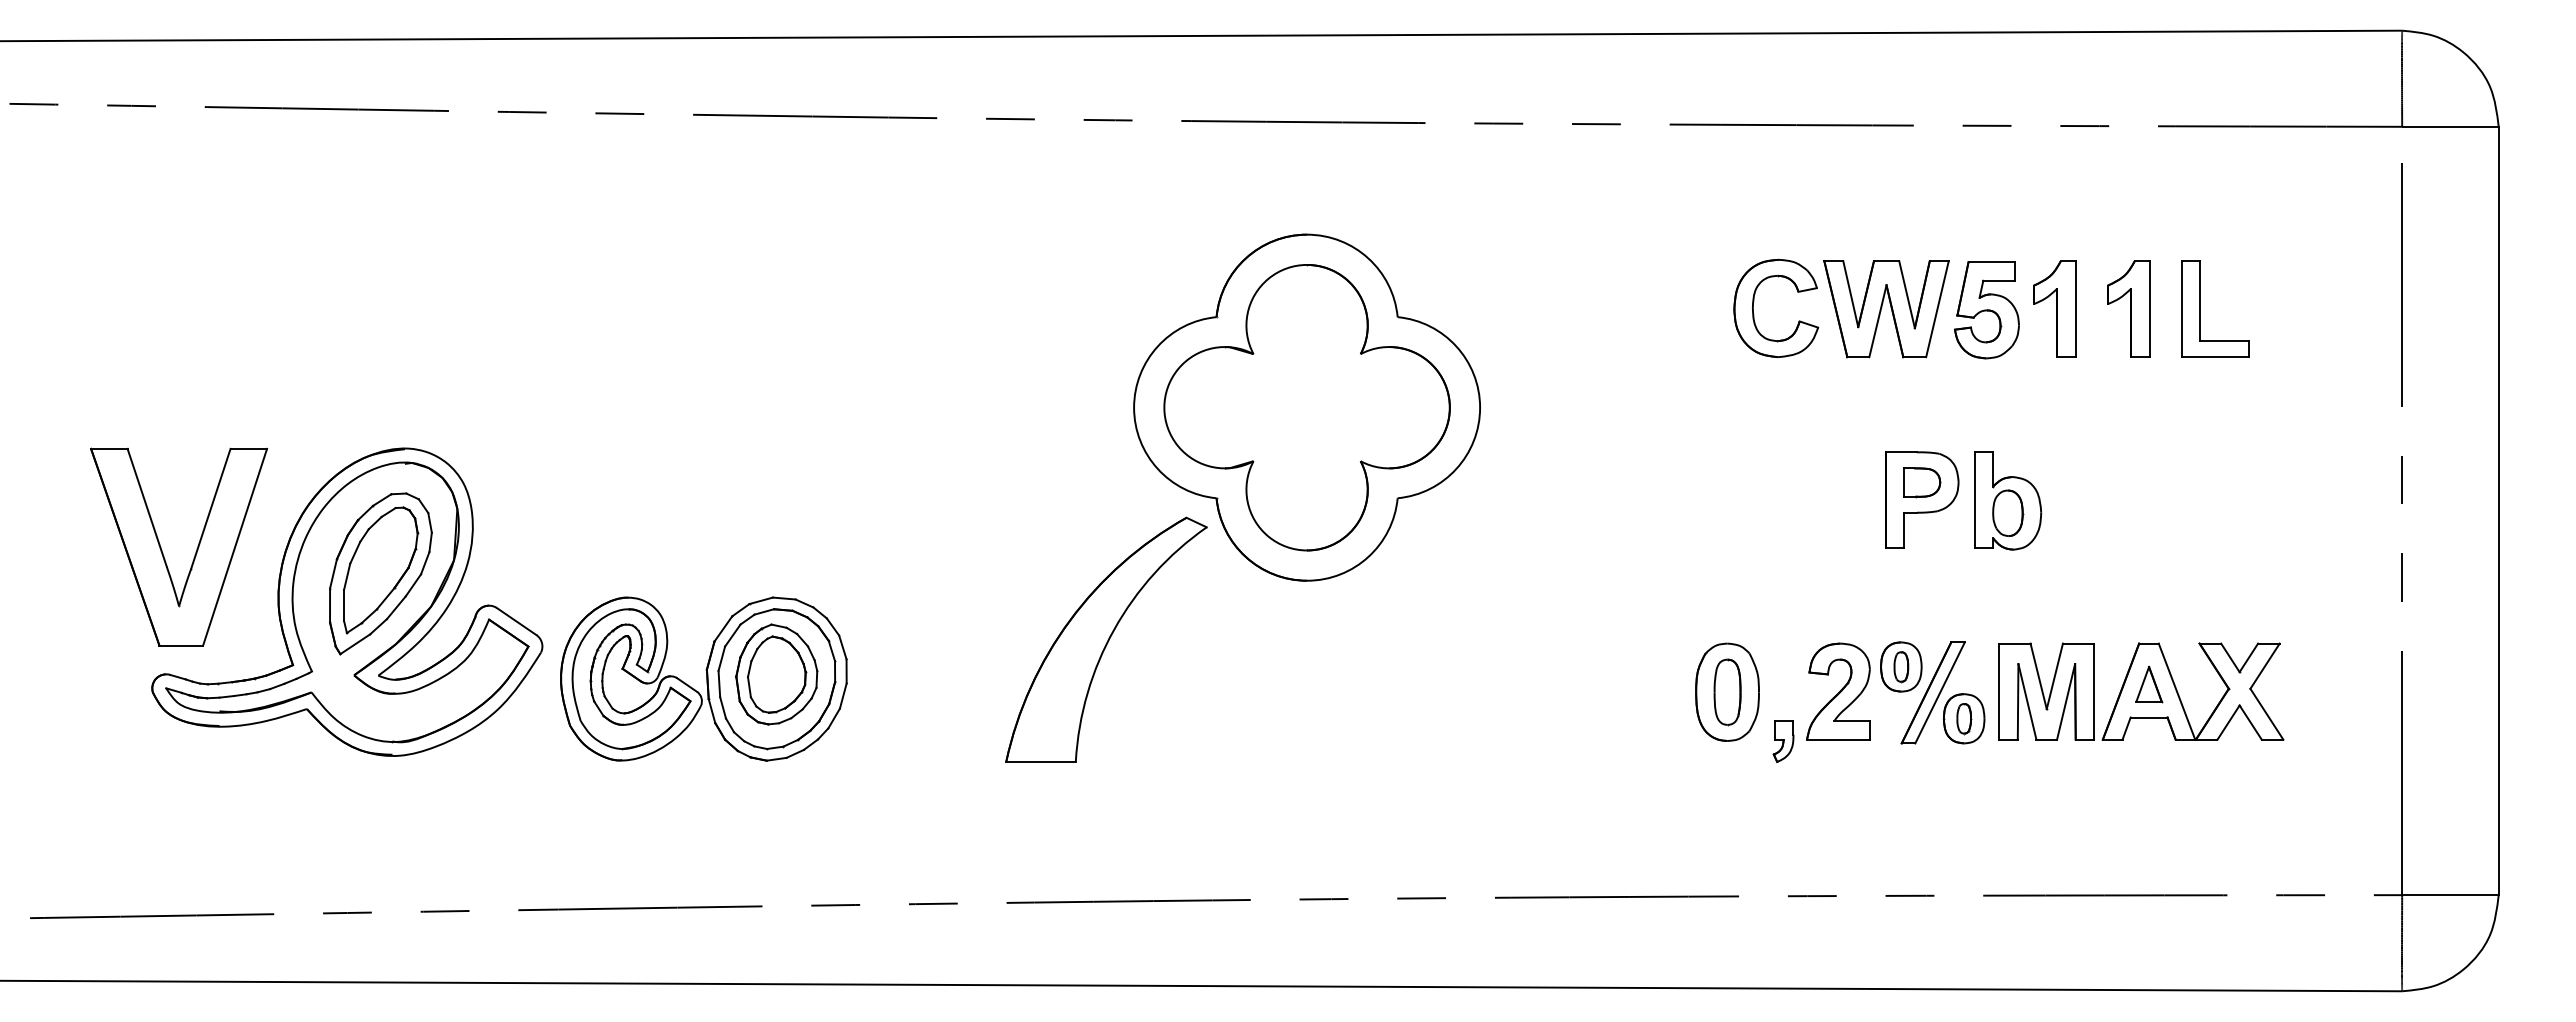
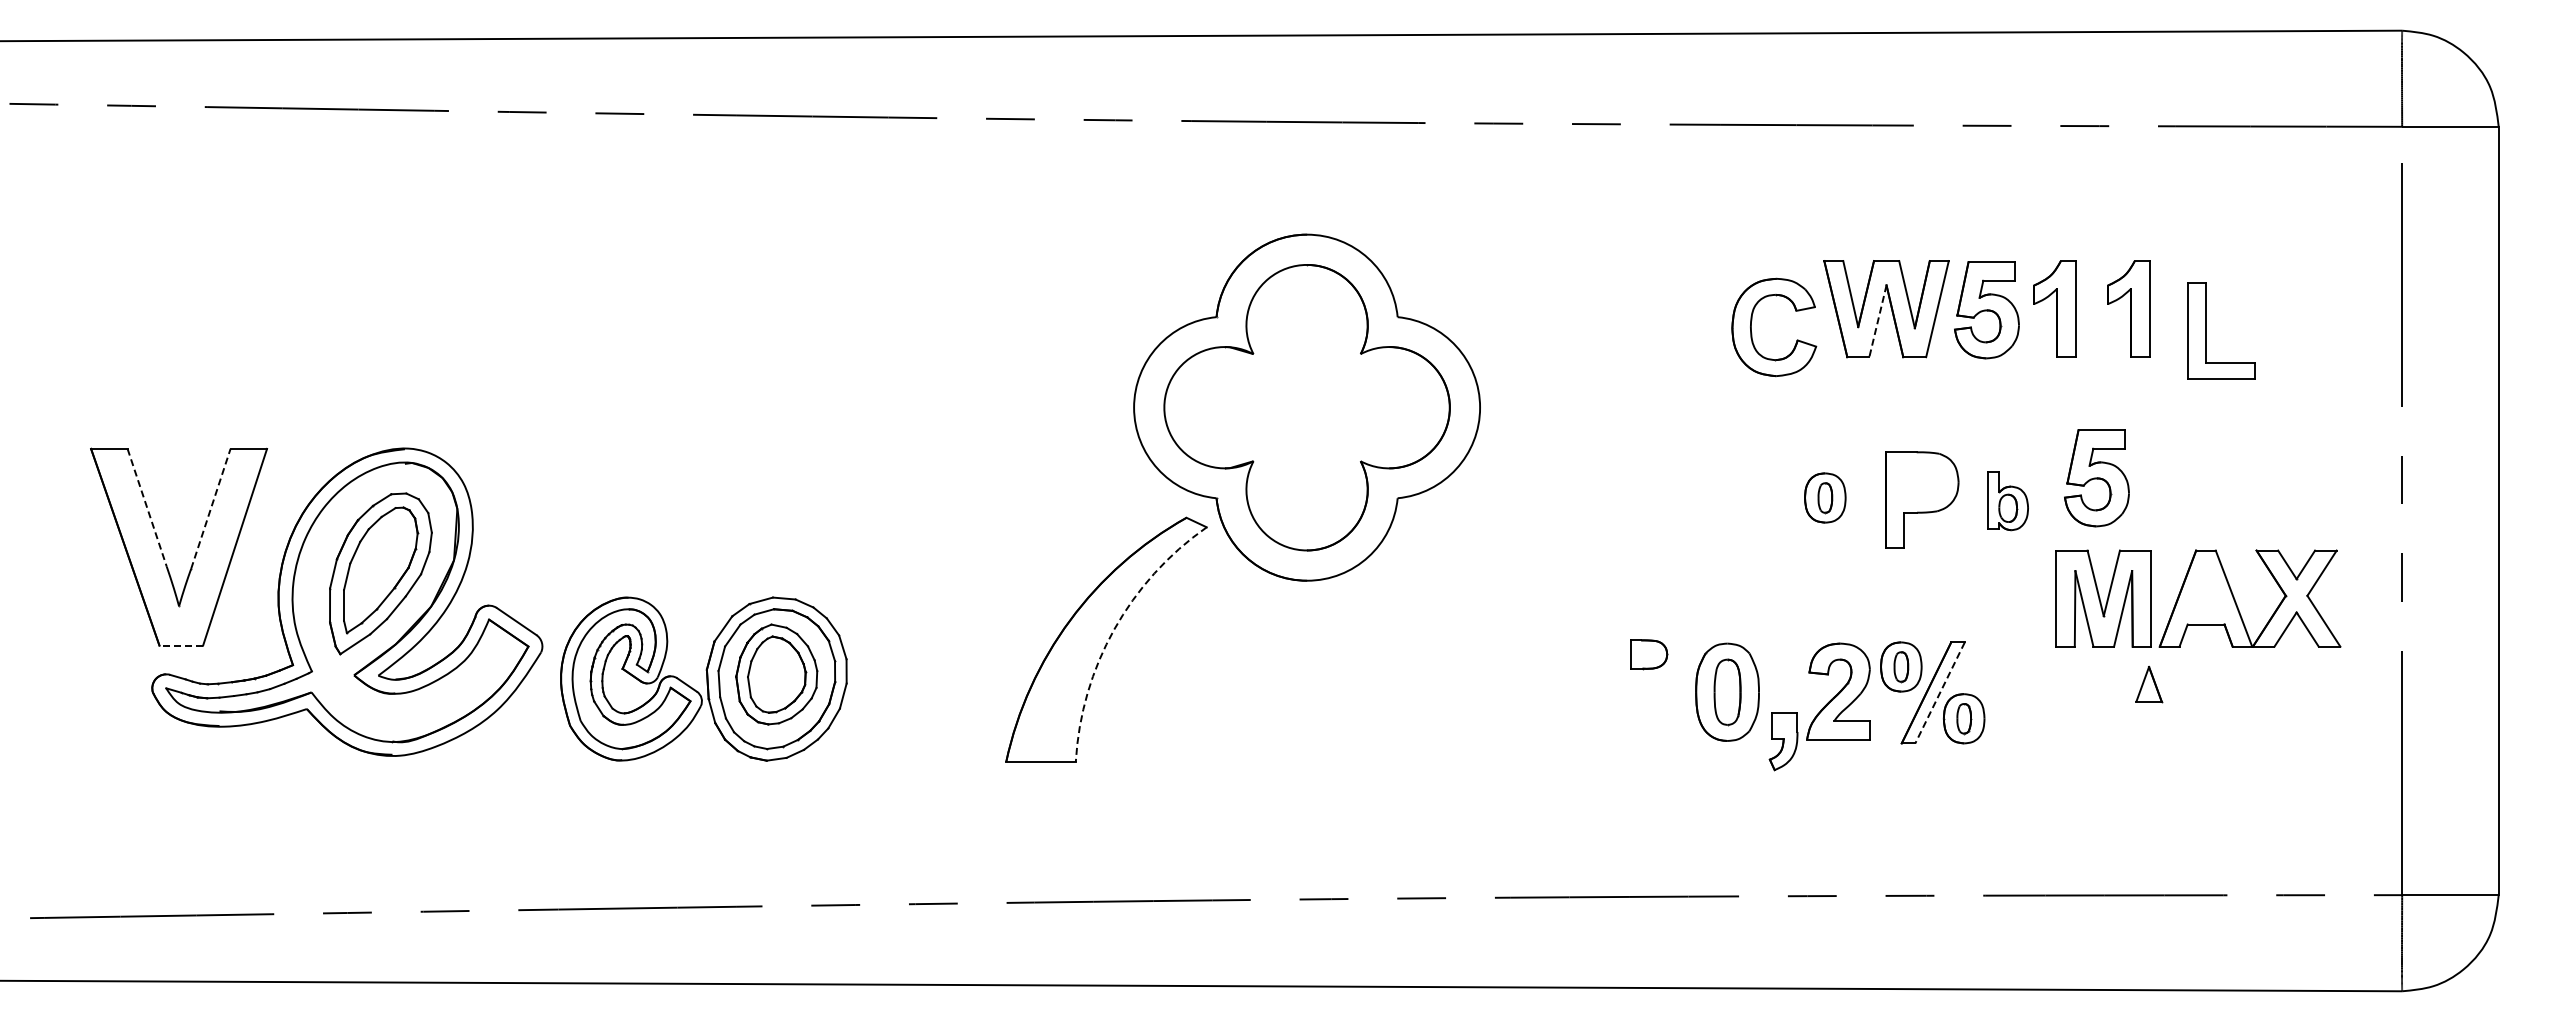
part at (2200, 308) position: (2200, 308) -> (2206, 330)
part at (1754, 314) position: (1754, 314) -> (1752, 333)
line at (1877, 321): solid -> dashed
part at (2096, 478): none -> present
part at (1922, 482) position: (1922, 482) -> (1649, 654)
part at (1825, 497): none -> present
part at (2008, 500) size: 69x100 px -> 42x61 px
line at (147, 508): solid -> dashed
line at (211, 508): solid -> dashed
arc at (1114, 629): solid -> dashed
line at (181, 645): solid -> dashed
part at (2141, 691) position: (2141, 691) -> (2198, 598)
line at (1939, 693): solid -> dashed
part at (1783, 741) size: 23x43 px -> 31x60 px
